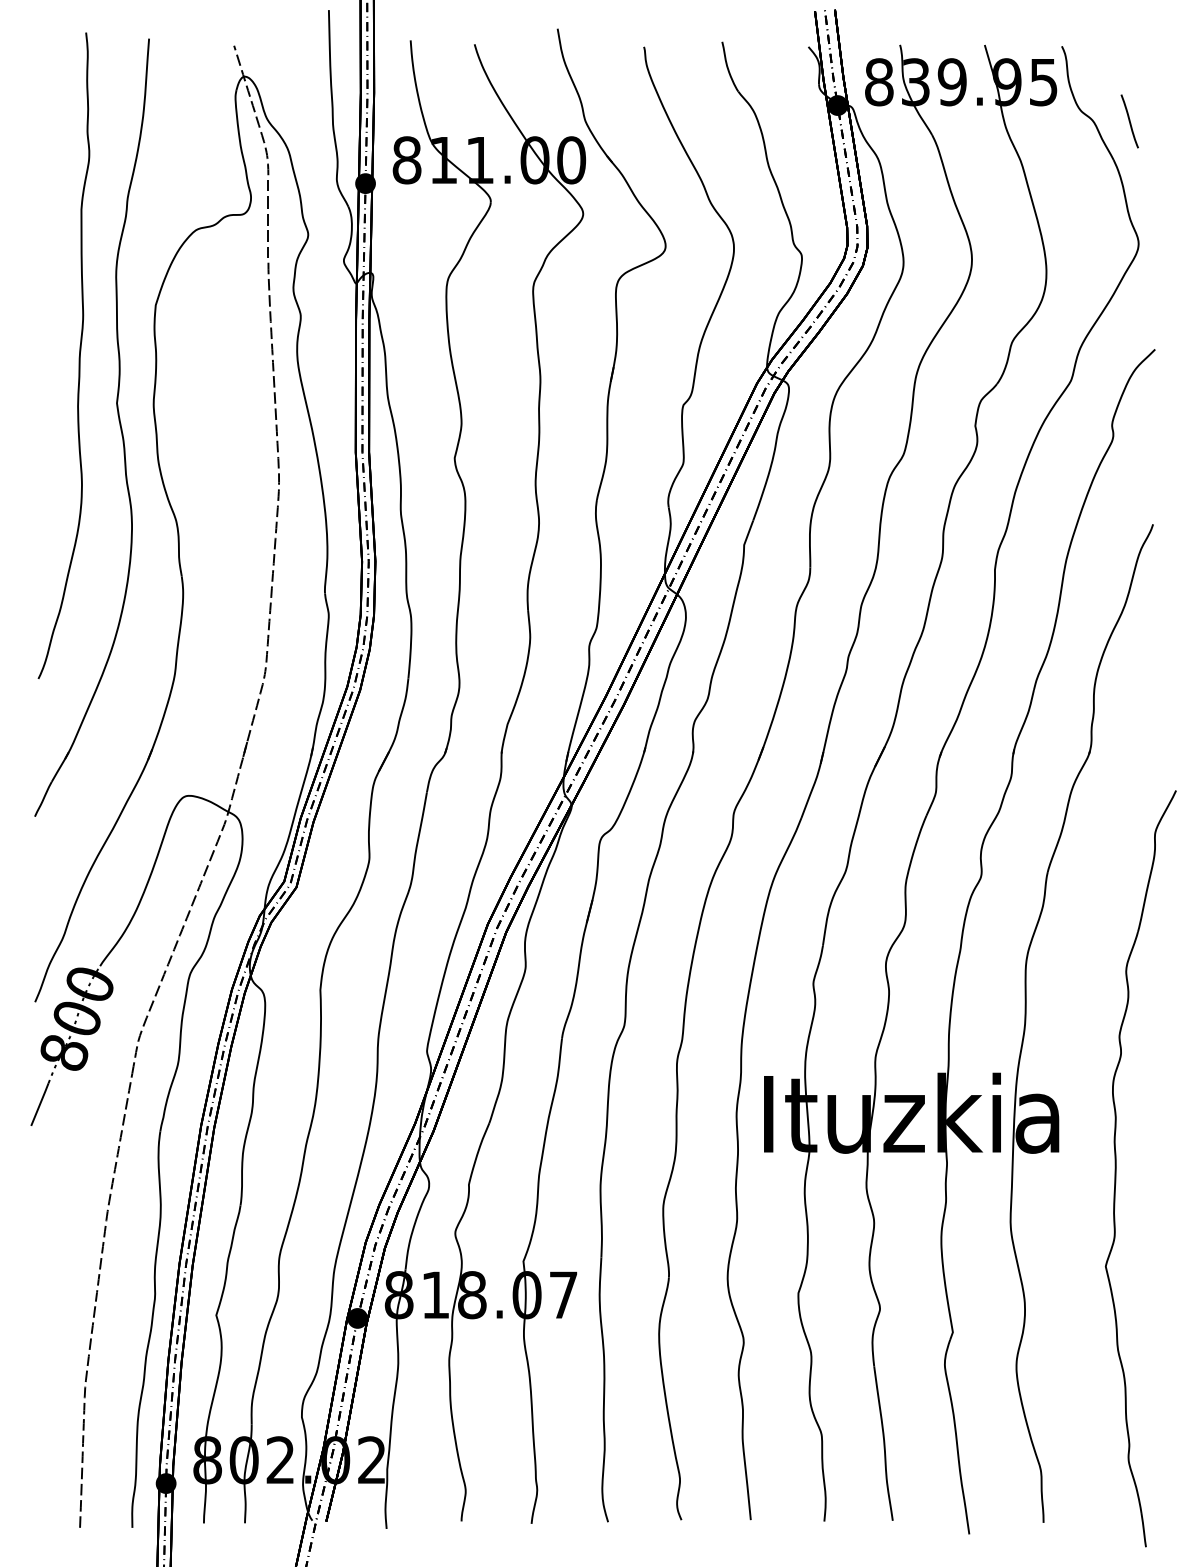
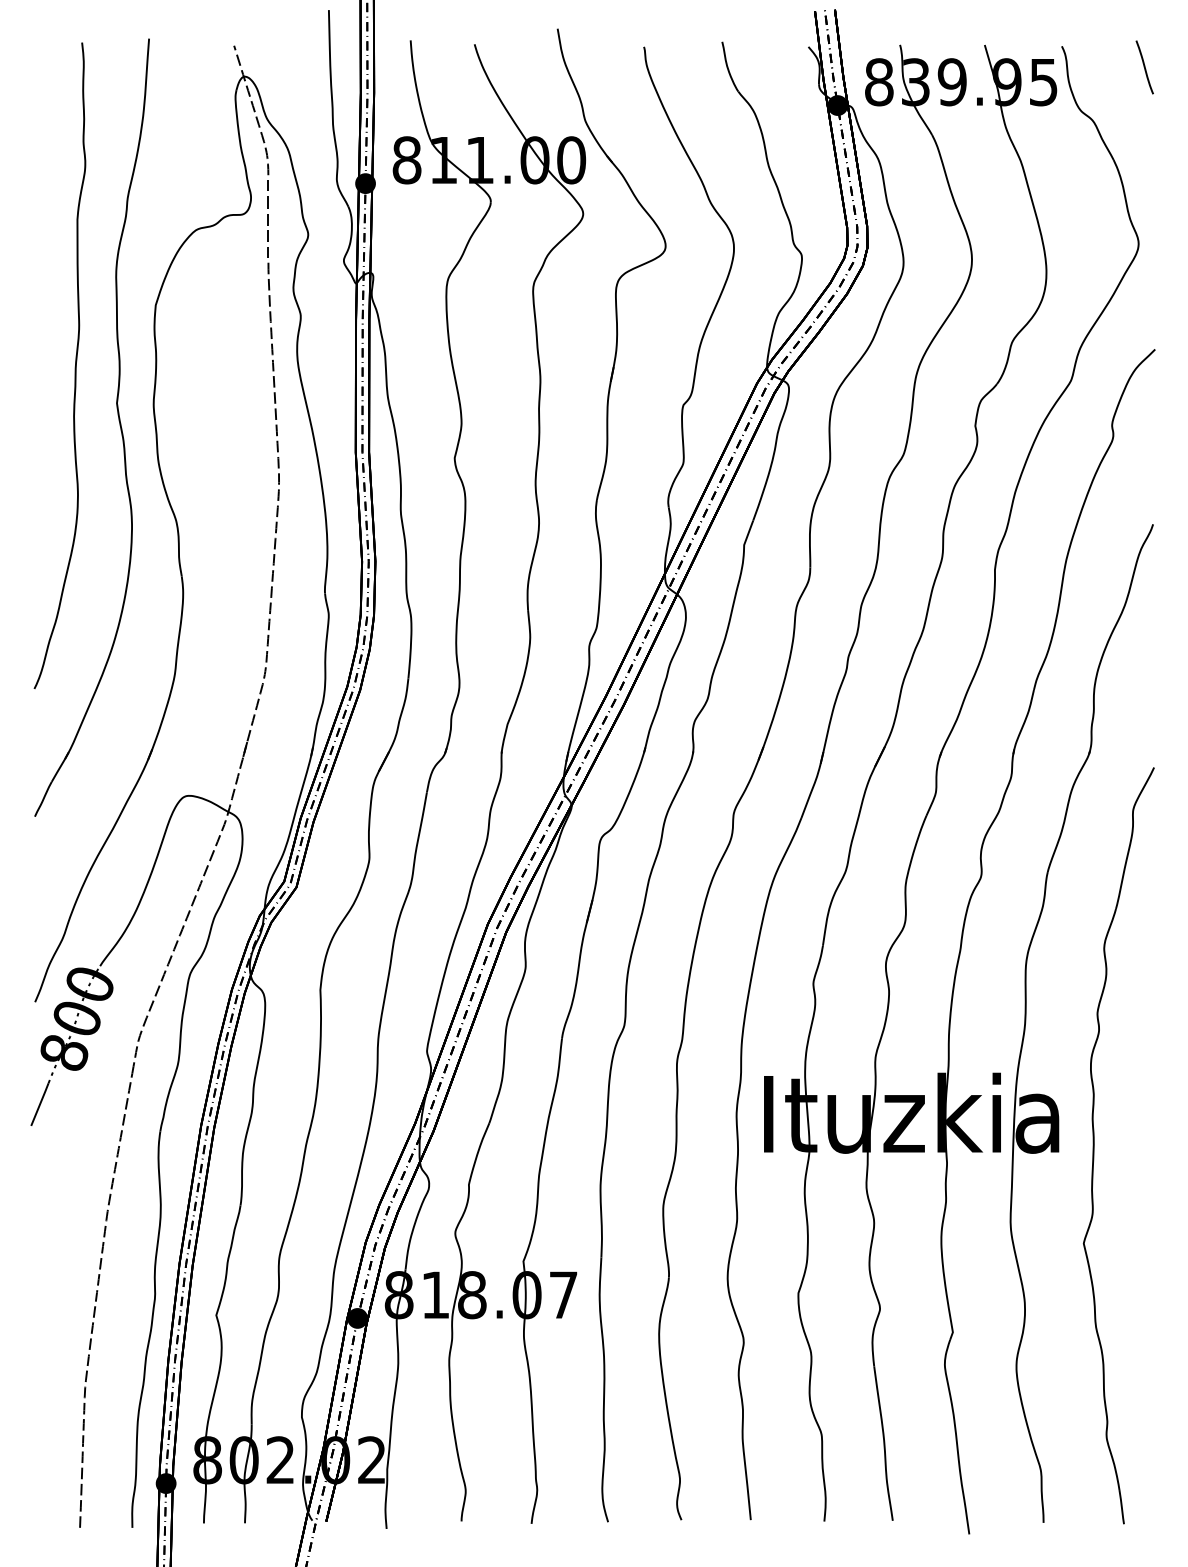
line at (1129, 121) position: (1129, 121) -> (1144, 67)
curve at (78, 357) position: (78, 357) -> (74, 367)
part at (1116, 1168) position: (1116, 1168) -> (1094, 1145)
